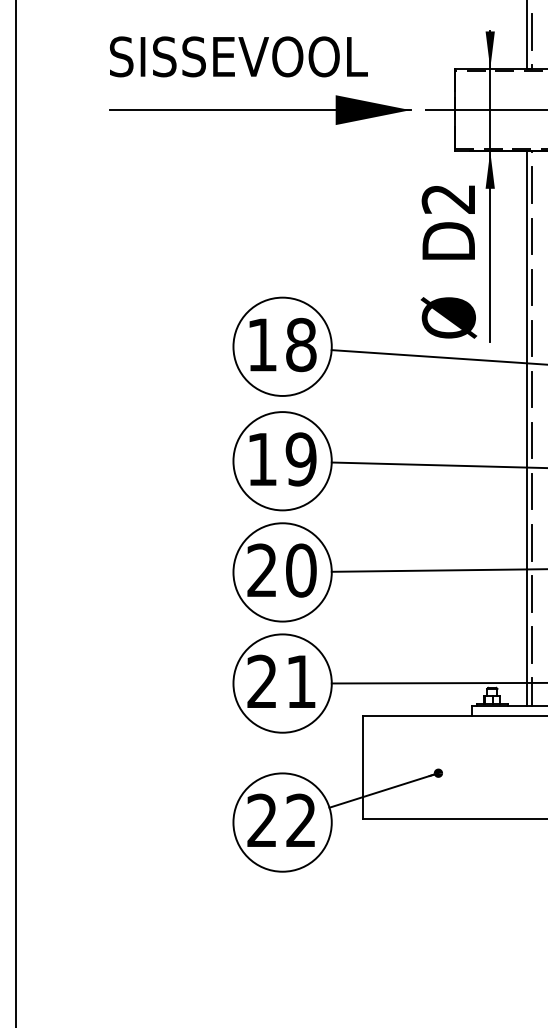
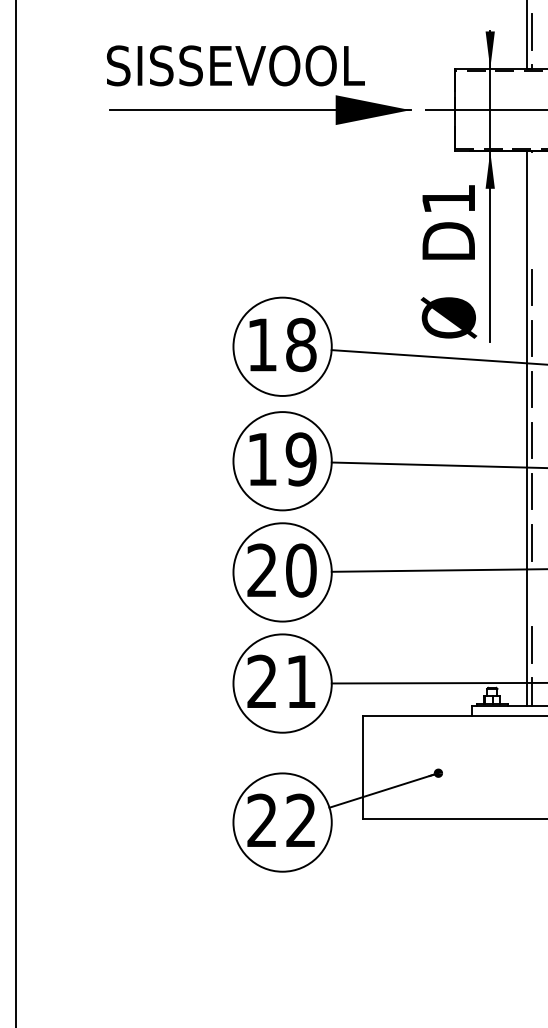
text at (238, 56) position: (238, 56) -> (235, 65)
line at (531, 185): present -> none
text at (447, 199): D2 -> D1
line at (531, 236): present -> none
line at (531, 593): present -> none
